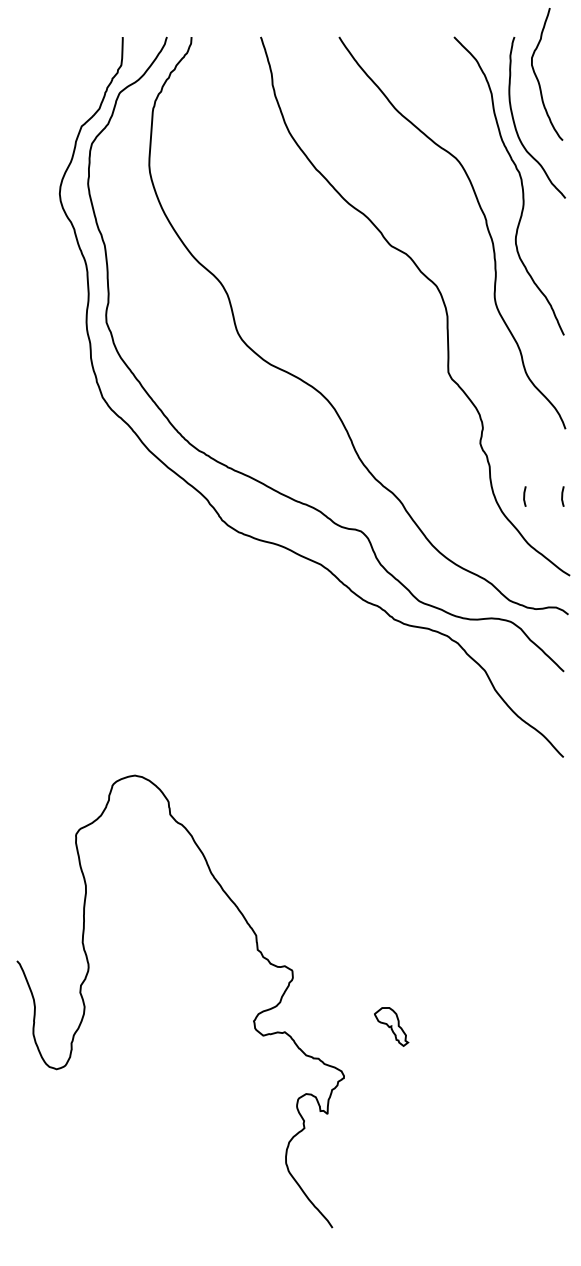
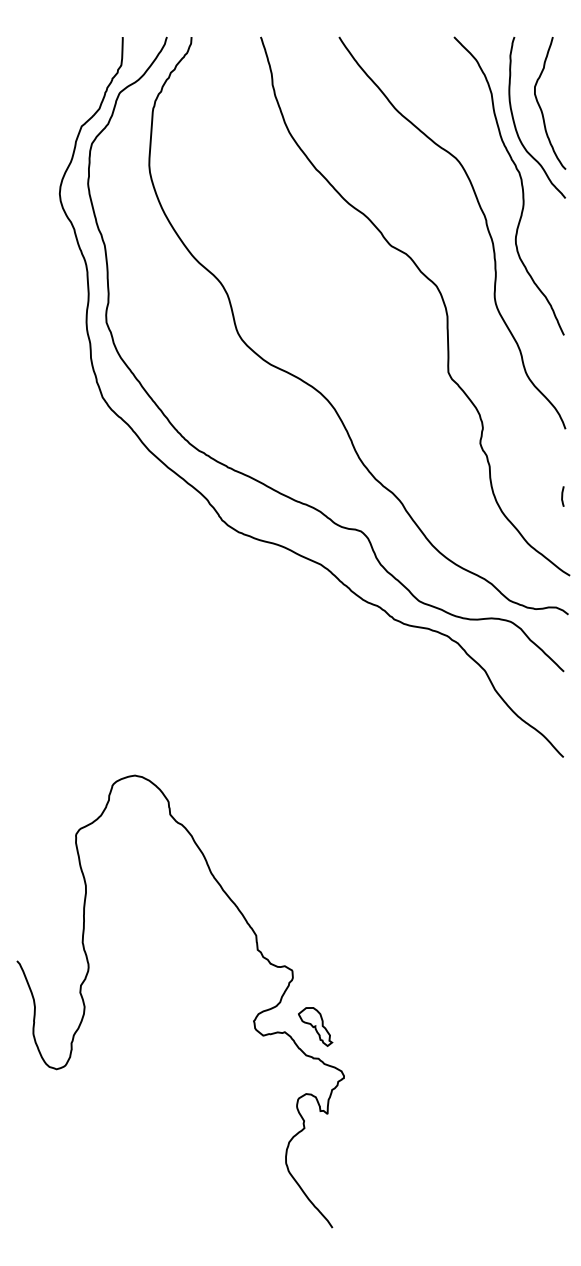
curve at (538, 78) position: (538, 78) -> (541, 107)
line at (524, 496): present -> none
part at (391, 1026) position: (391, 1026) -> (315, 1026)
